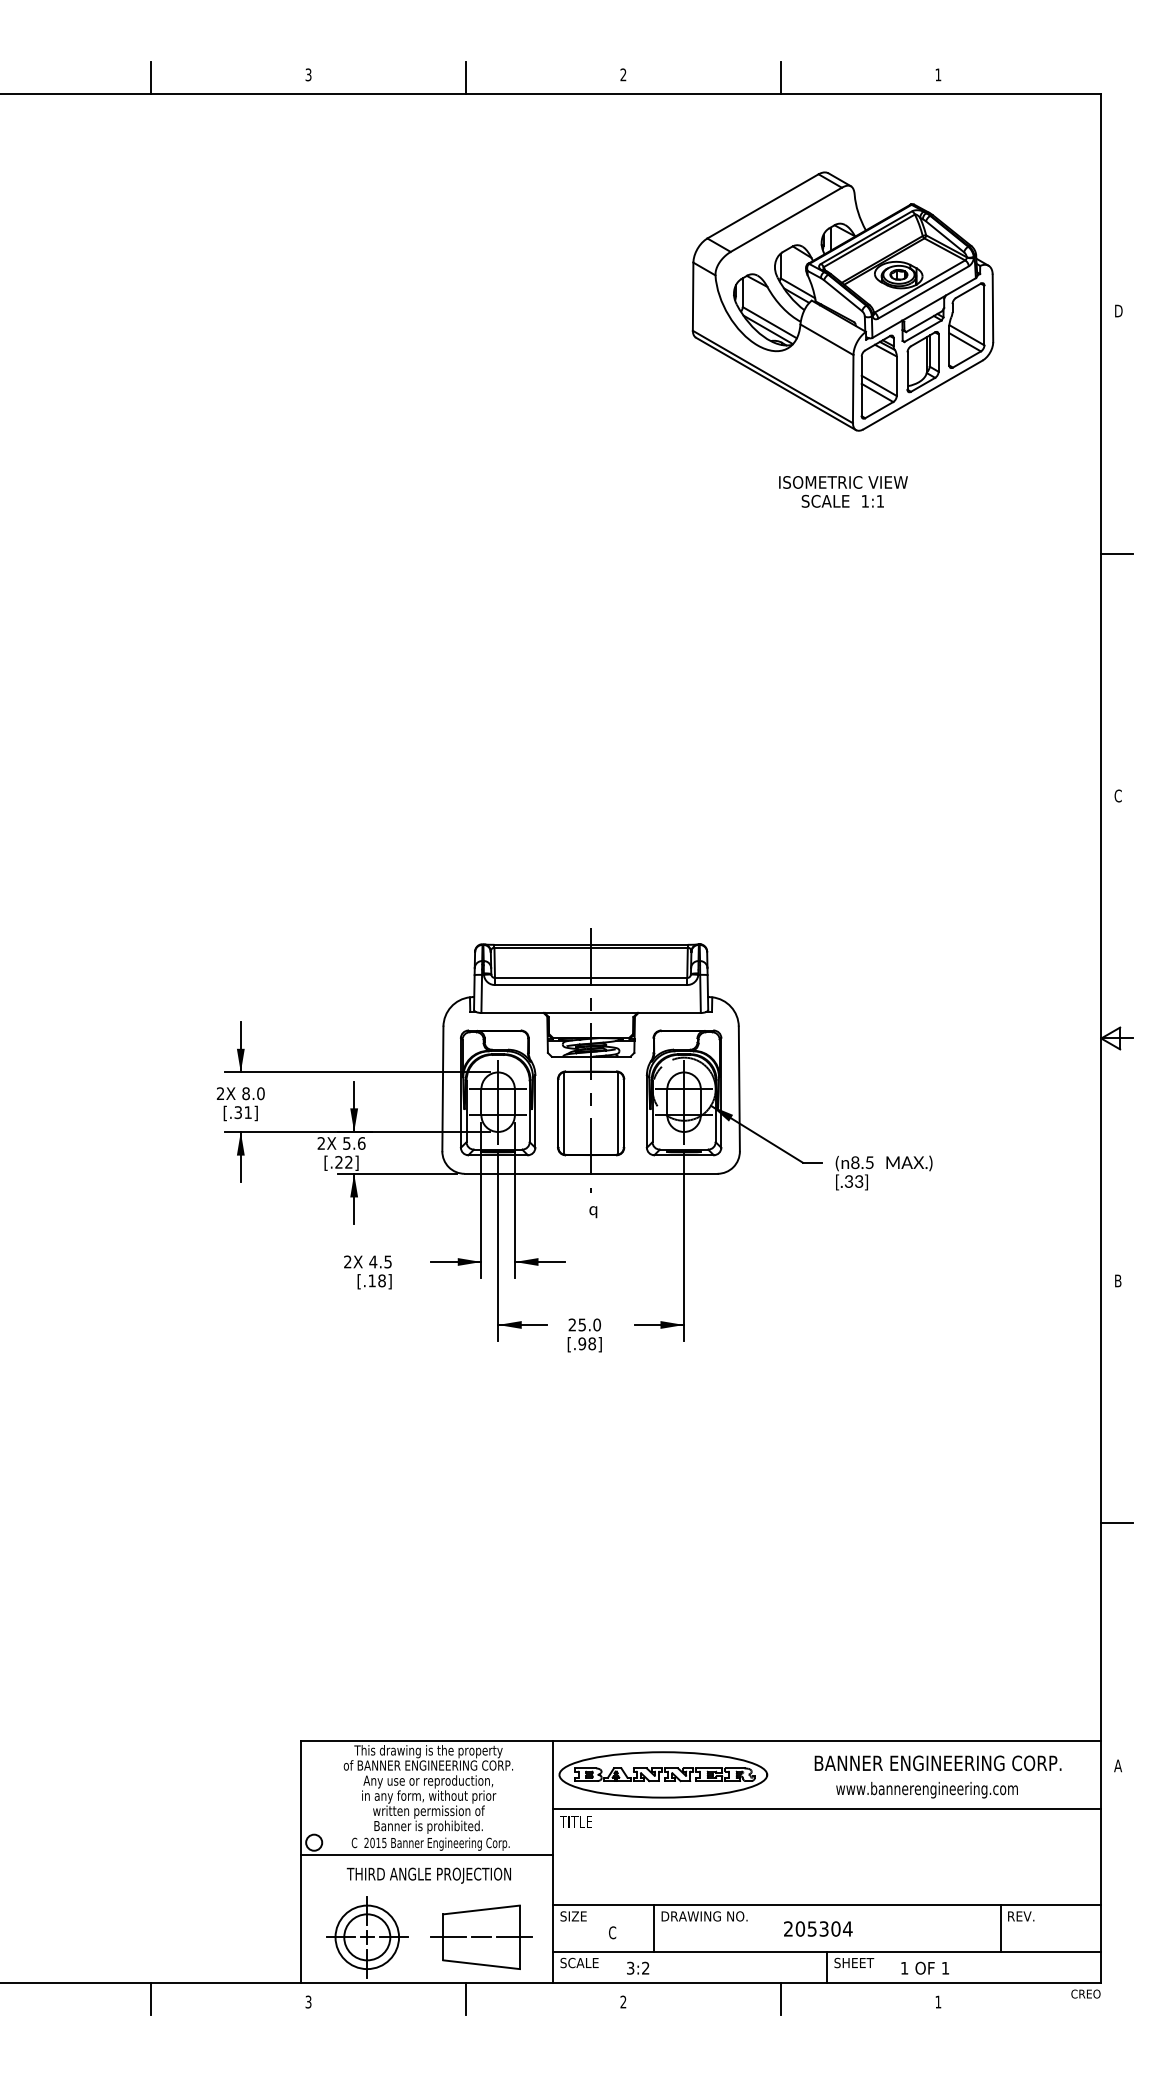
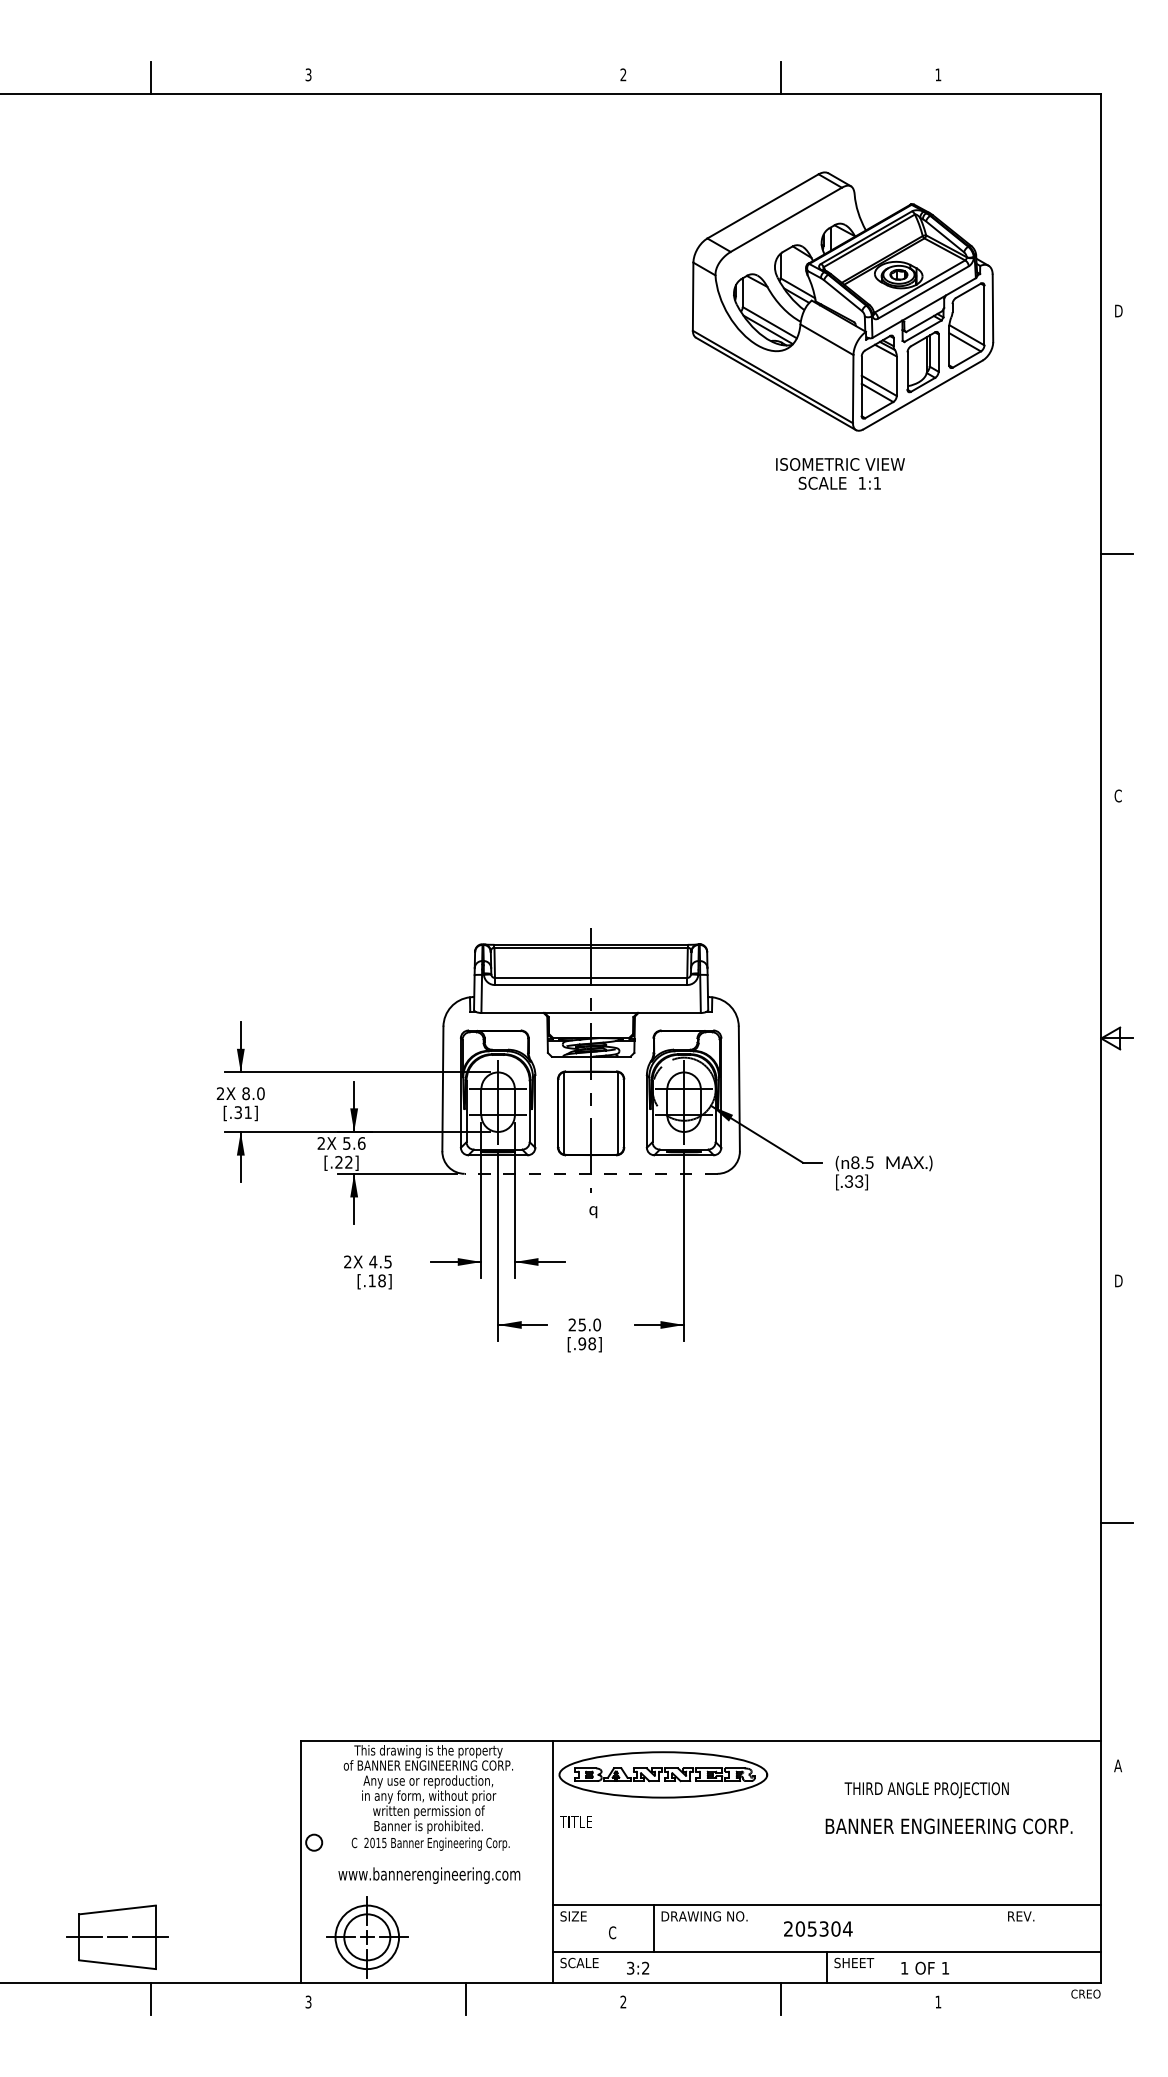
line at (466, 77): present -> none
text at (843, 491) position: (843, 491) -> (840, 473)
line at (590, 1173): solid -> dashed
text at (1119, 1280): B -> D
text at (937, 1763) position: (937, 1763) -> (948, 1826)
text at (926, 1789): www.bannerengineering.com -> THIRD ANGLE PROJECTION
line at (827, 1809): present -> none
line at (427, 1854): present -> none
text at (429, 1875): THIRD ANGLE PROJECTION -> www.bannerengineering.com
line at (1000, 1928): present -> none
part at (481, 1936) position: (481, 1936) -> (117, 1936)
